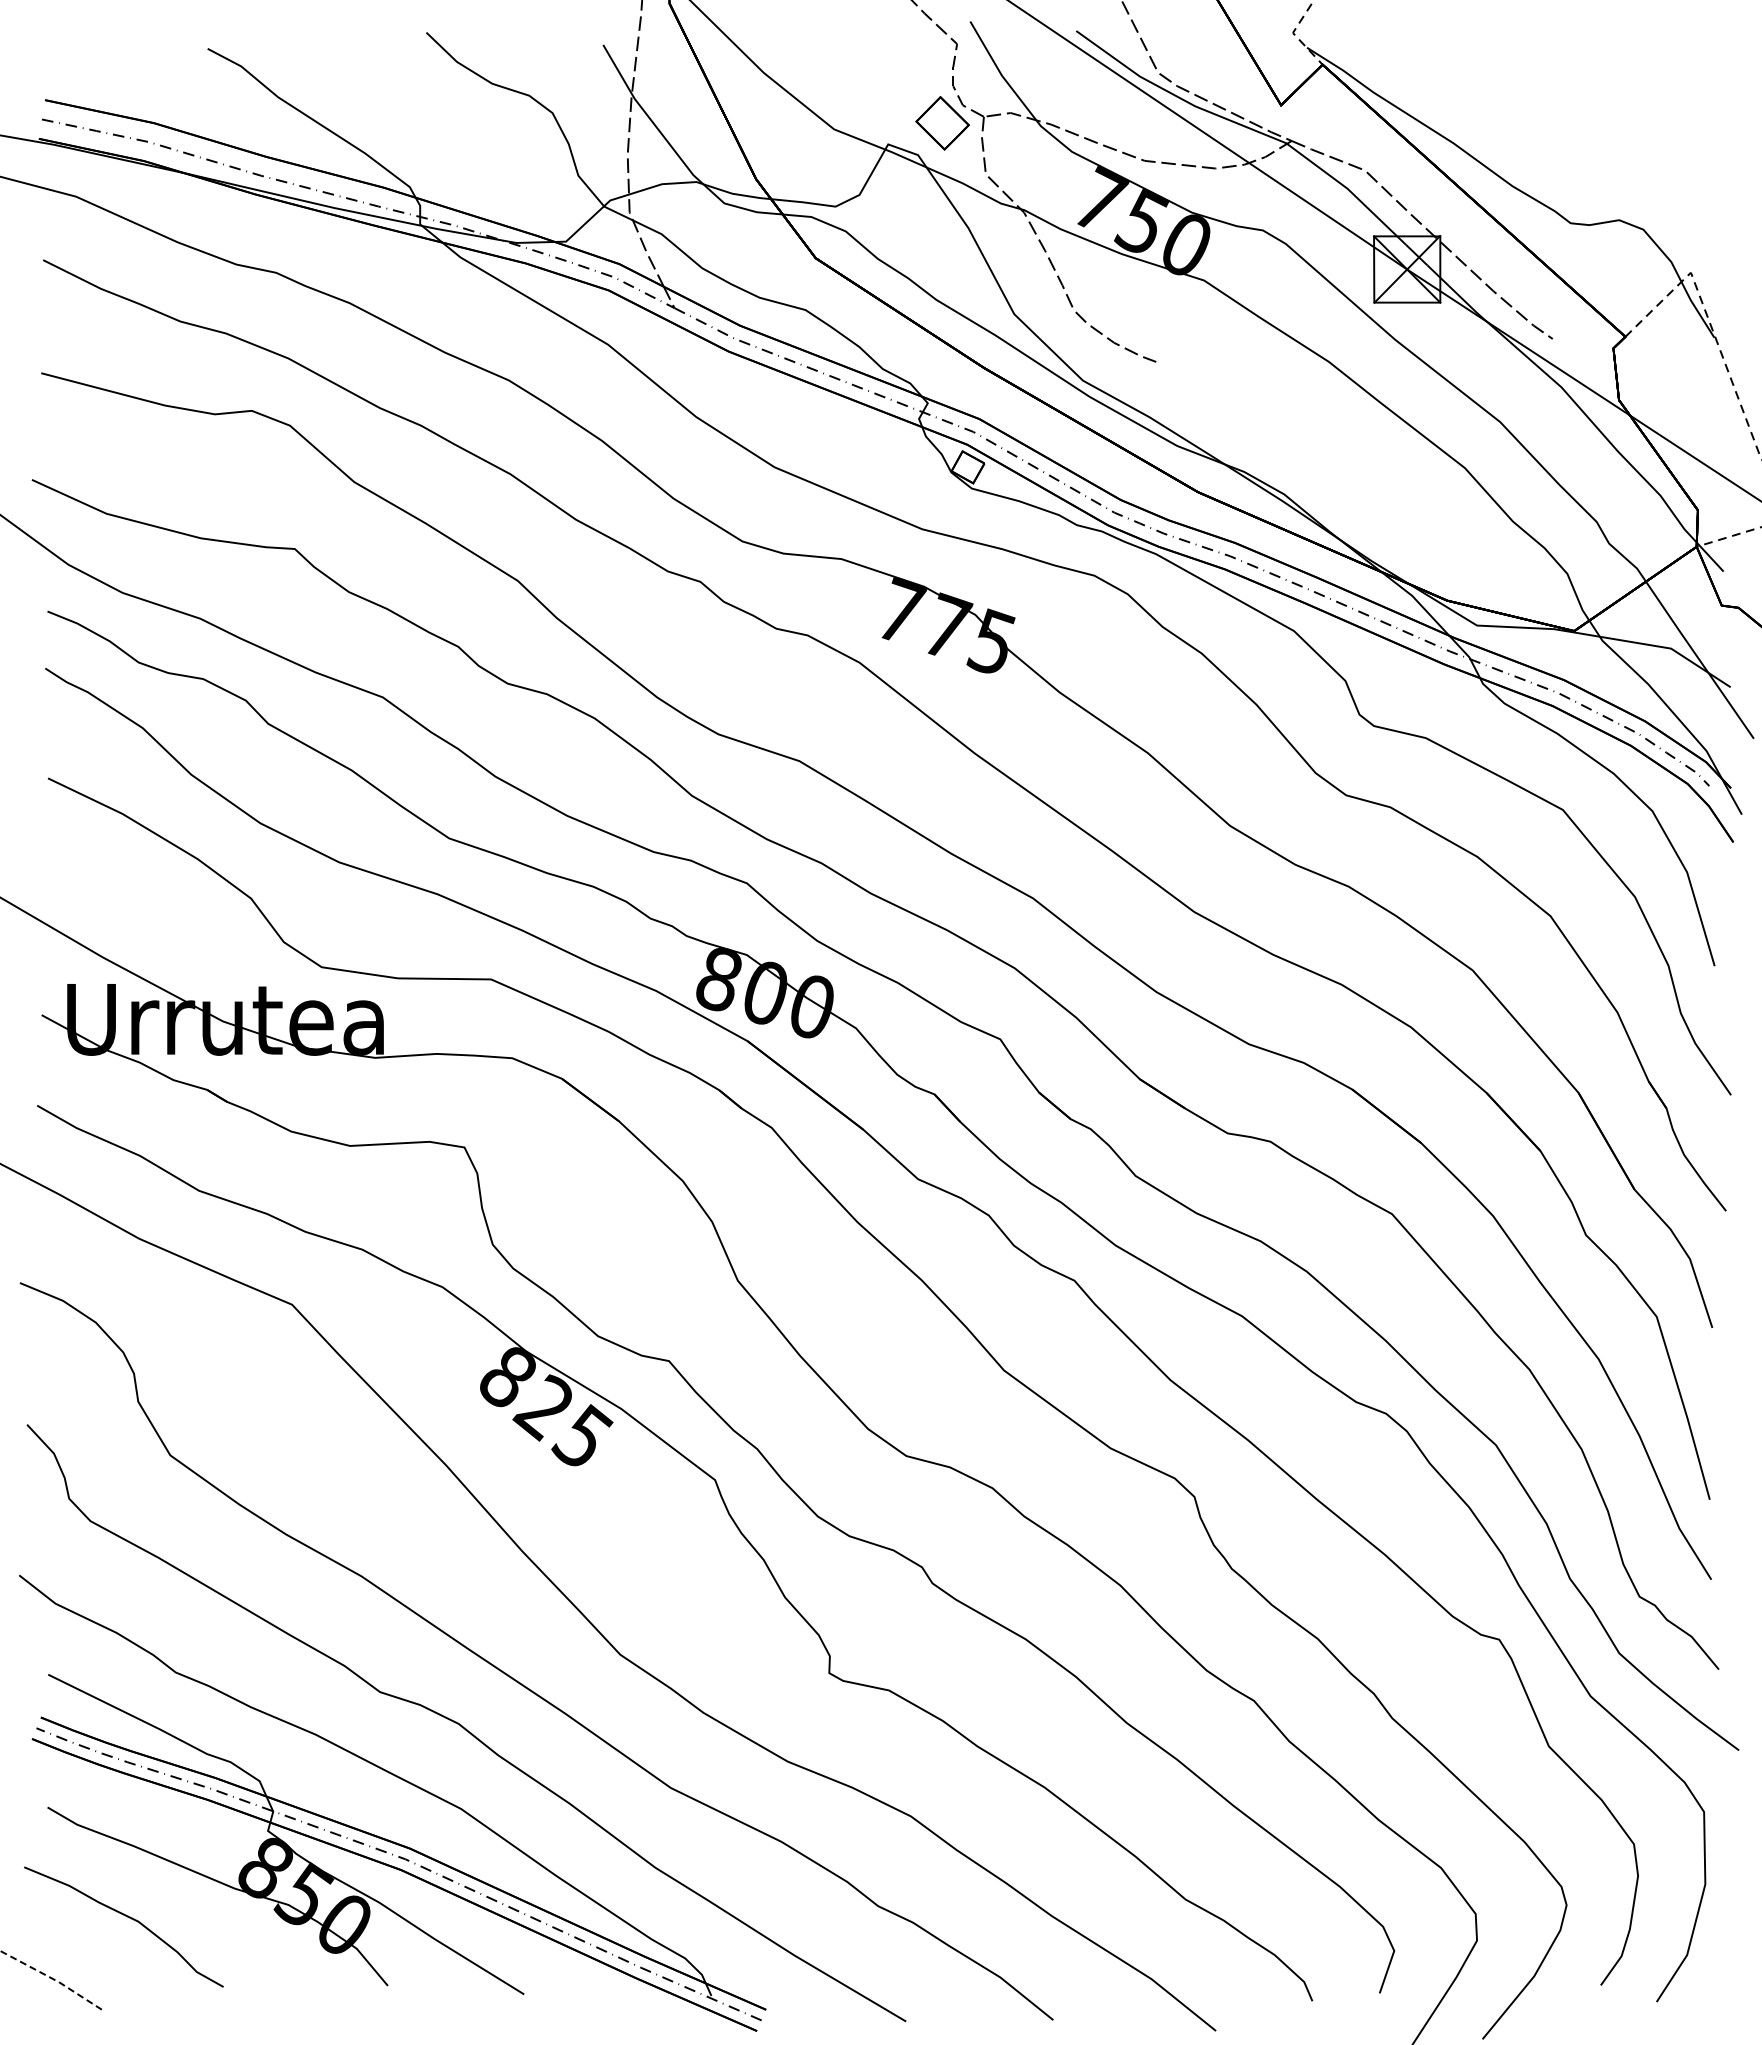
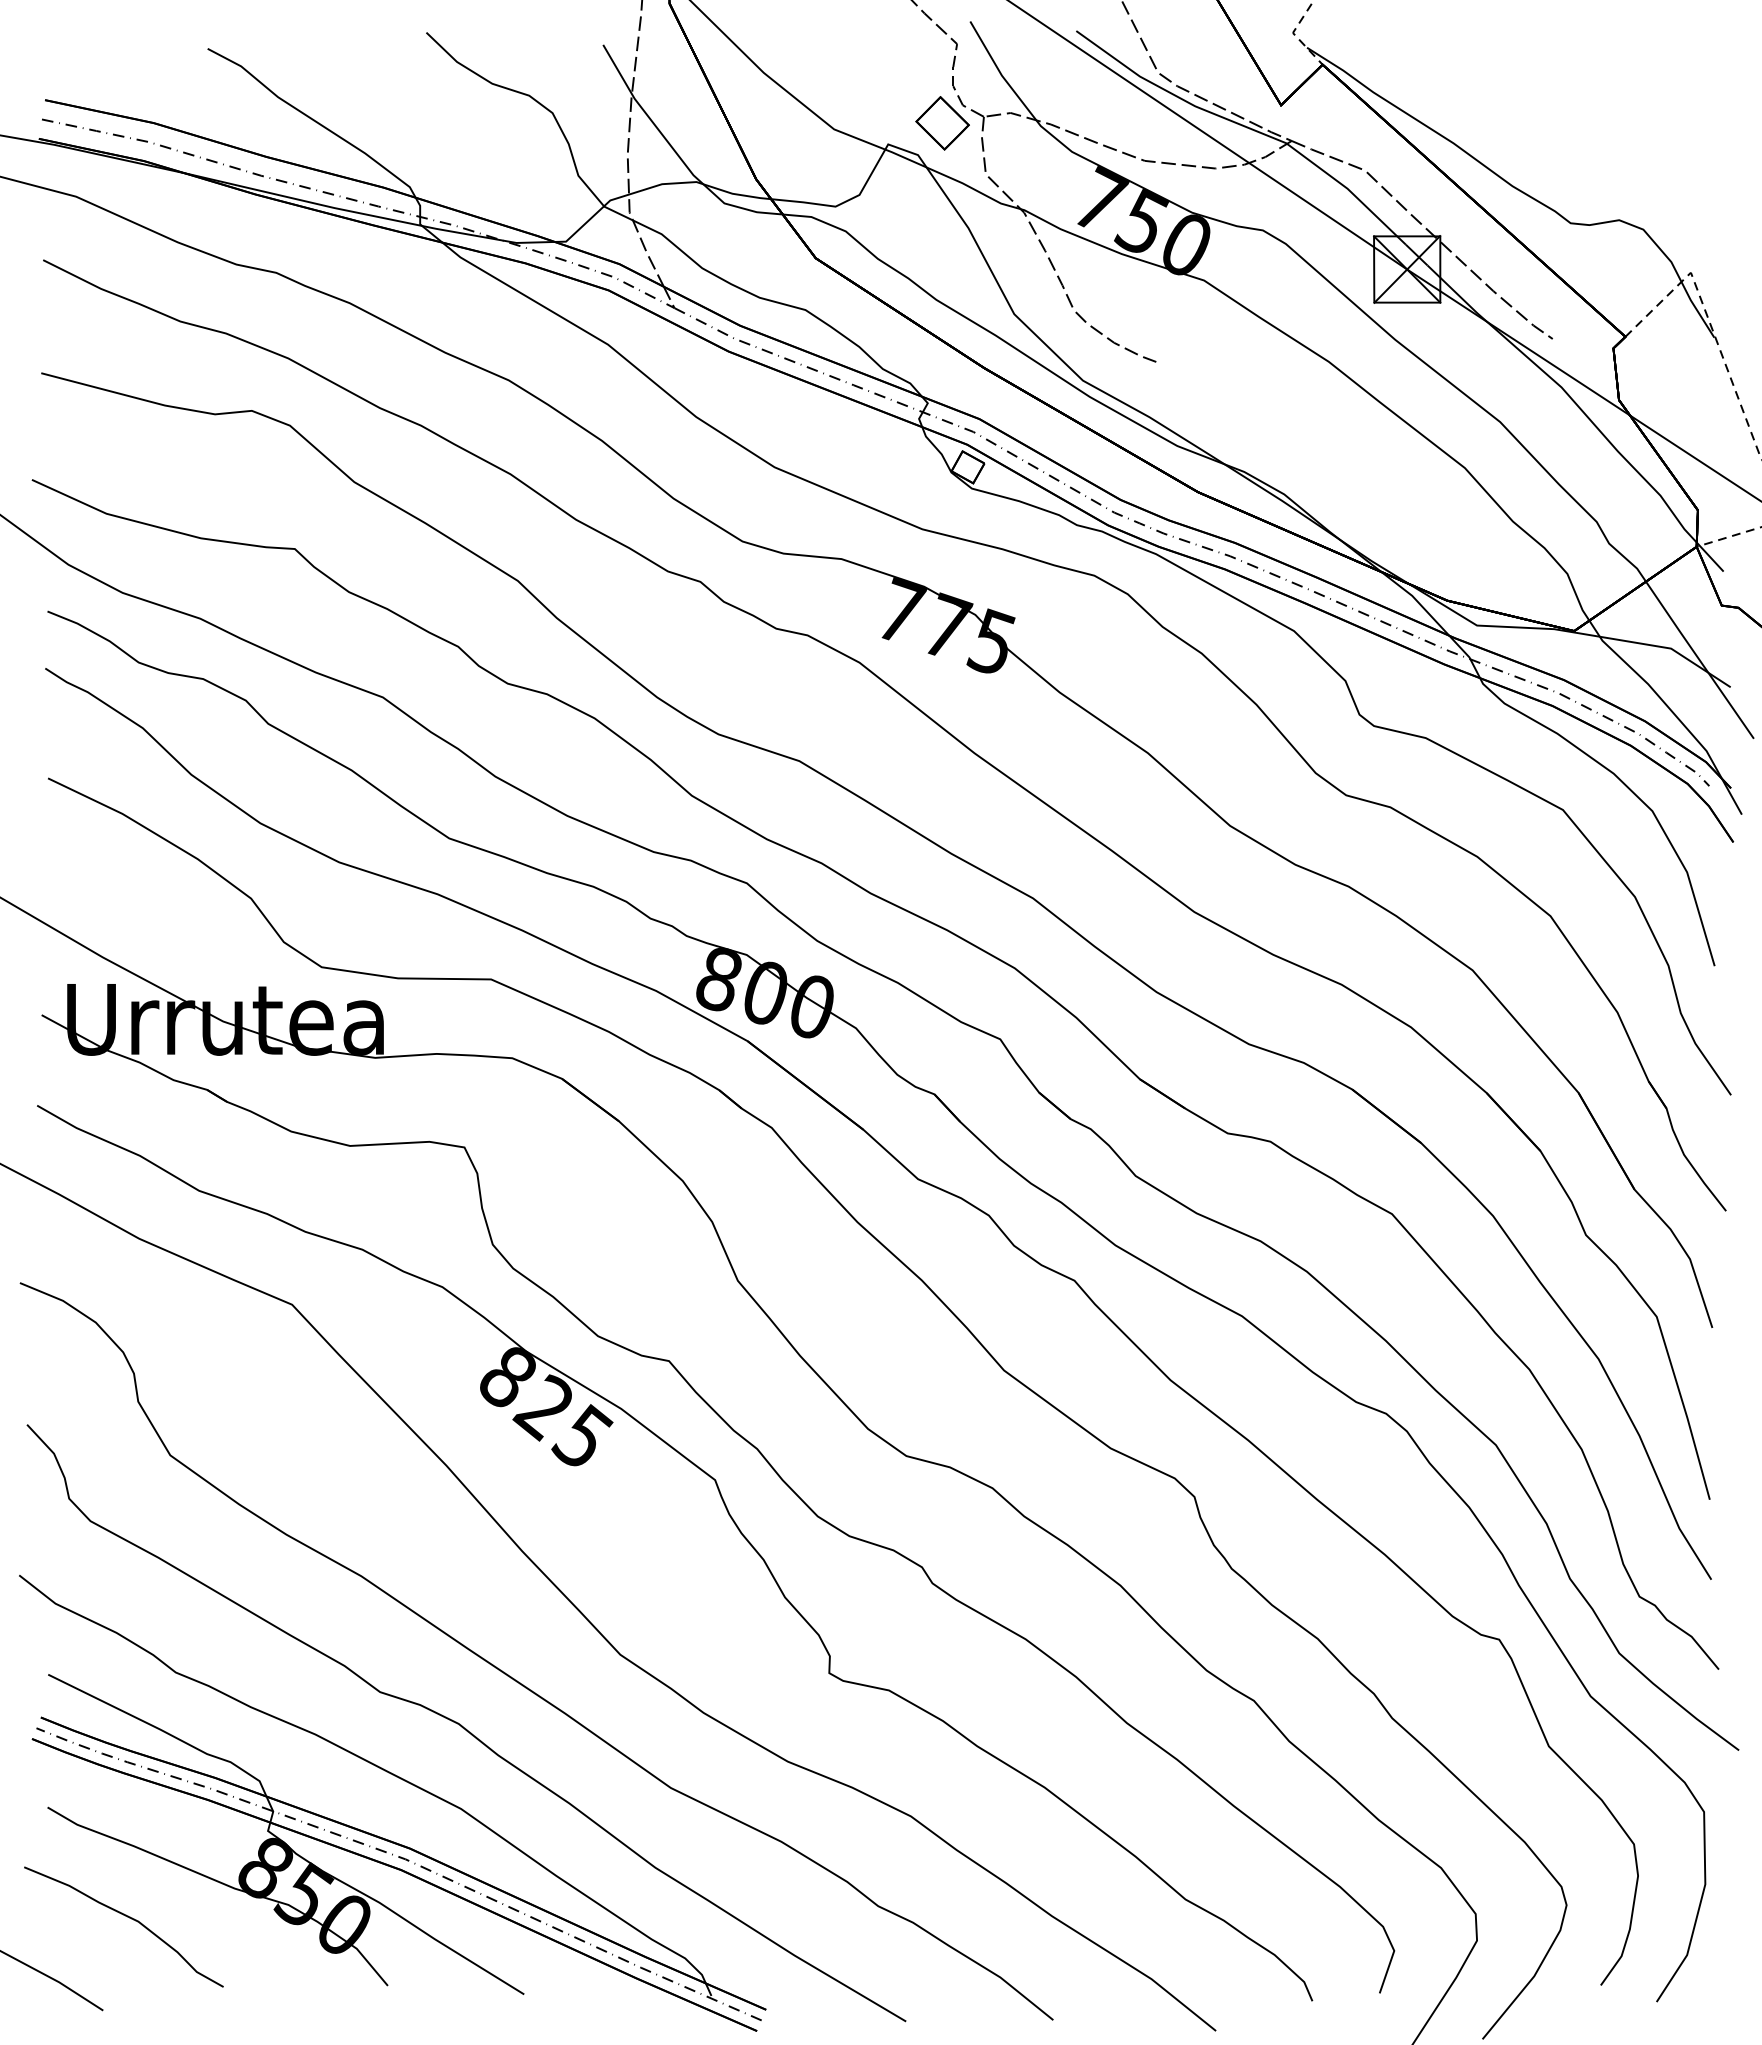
line at (54, 1979): dashed -> solid
